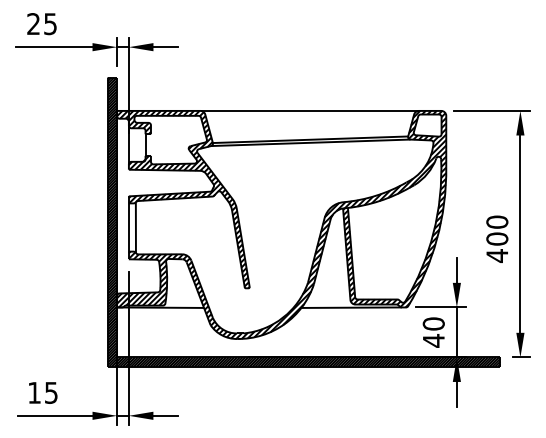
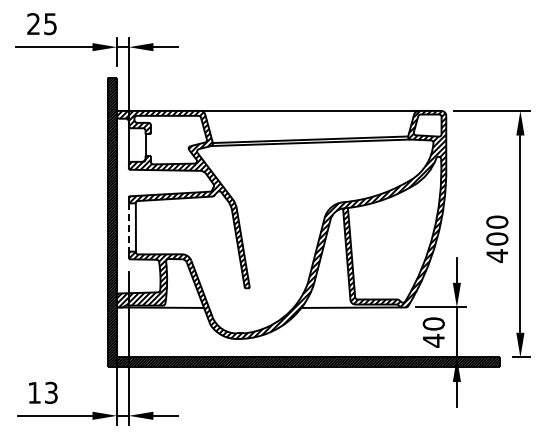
line at (128, 228): solid -> dashed
text at (51, 392): 15 -> 13
